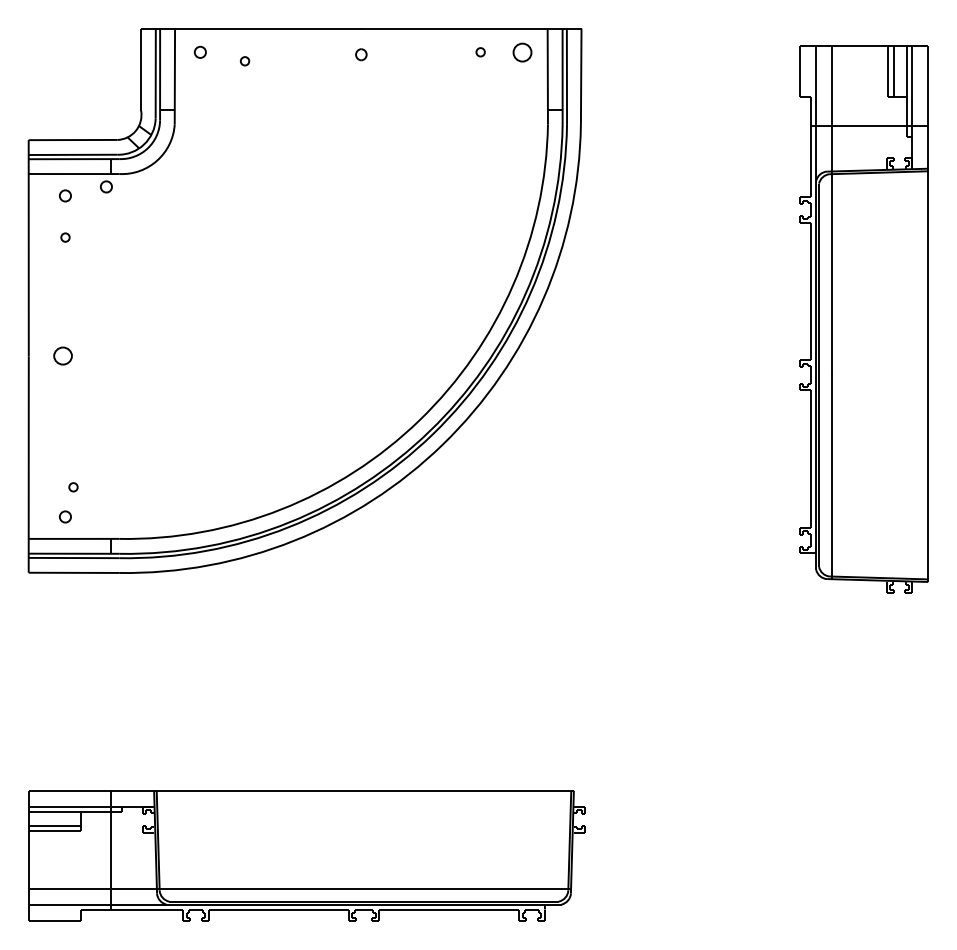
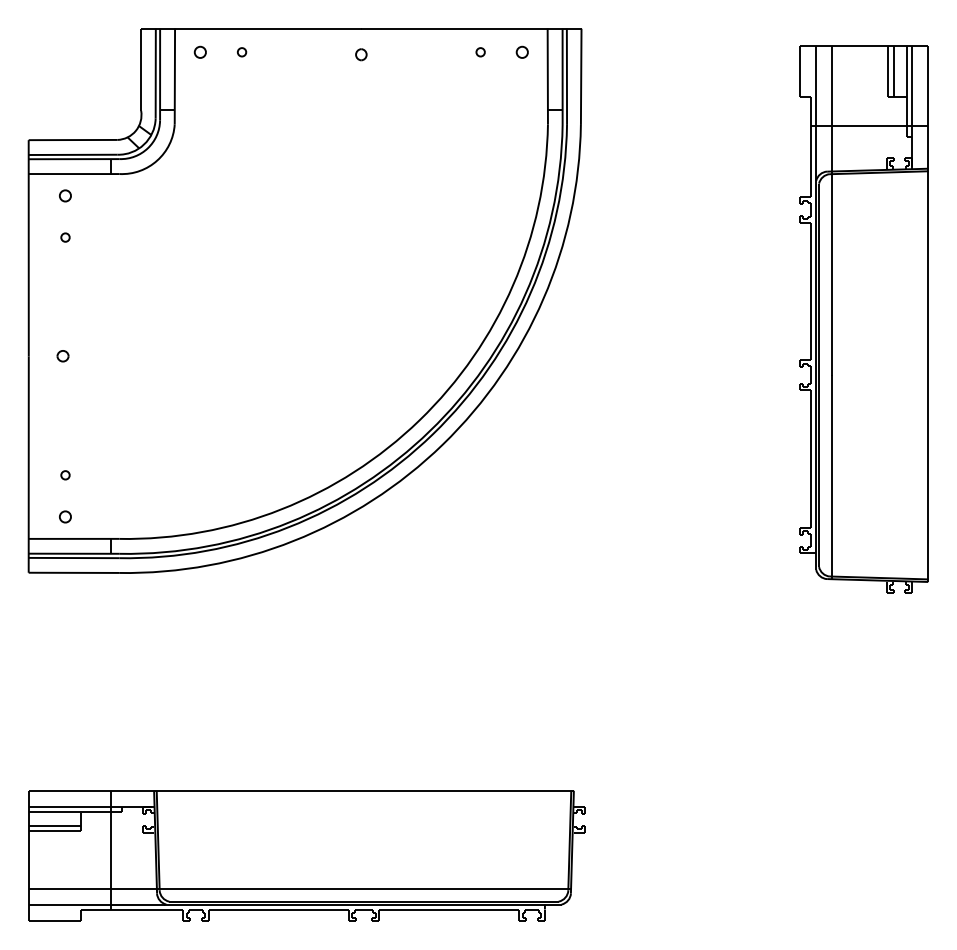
part at (522, 52) size: 21x21 px -> 14x14 px
part at (244, 61) position: (244, 61) -> (241, 52)
part at (106, 186): present -> none
part at (62, 355) size: 20x20 px -> 14x13 px
part at (73, 487) position: (73, 487) -> (65, 475)
